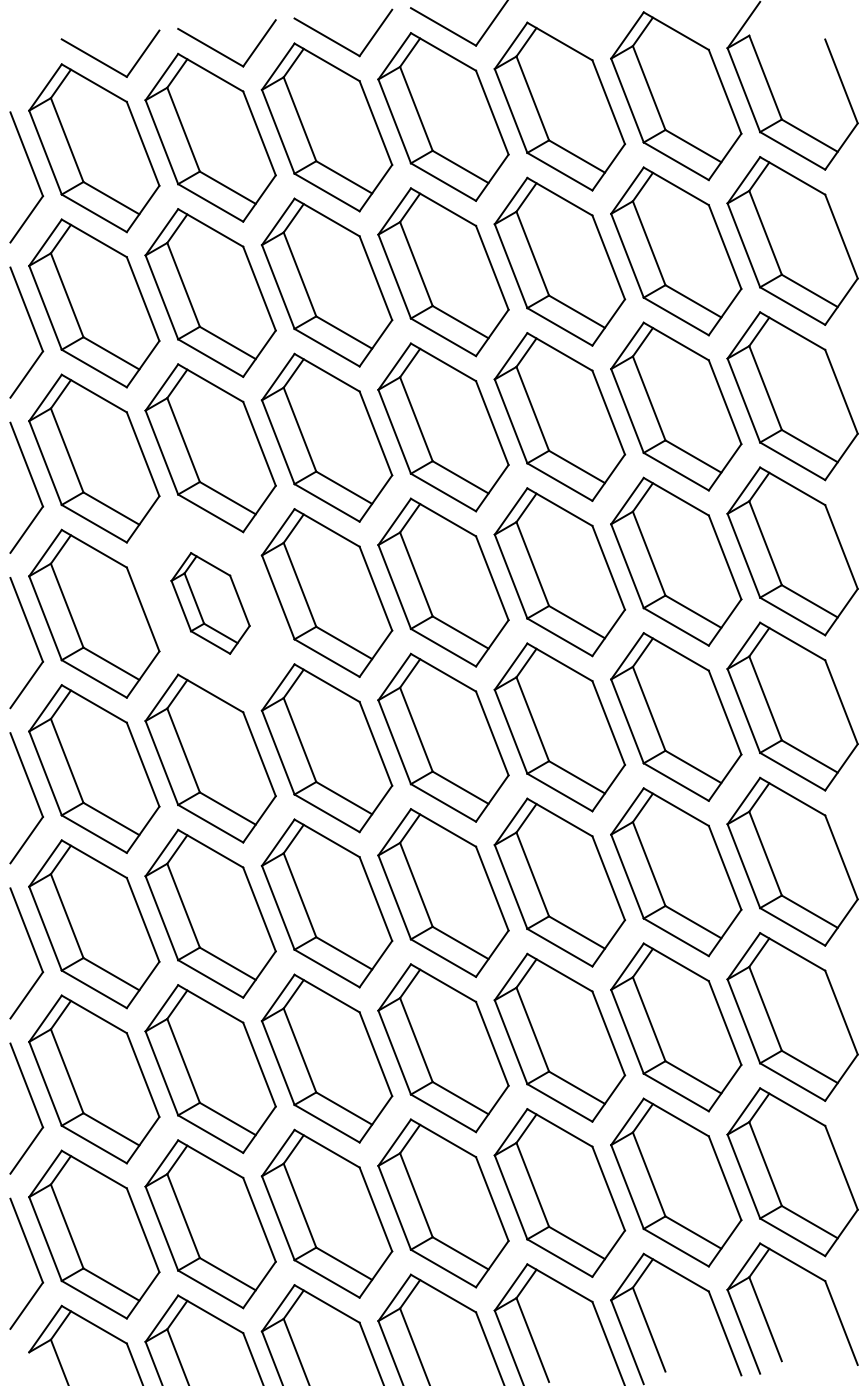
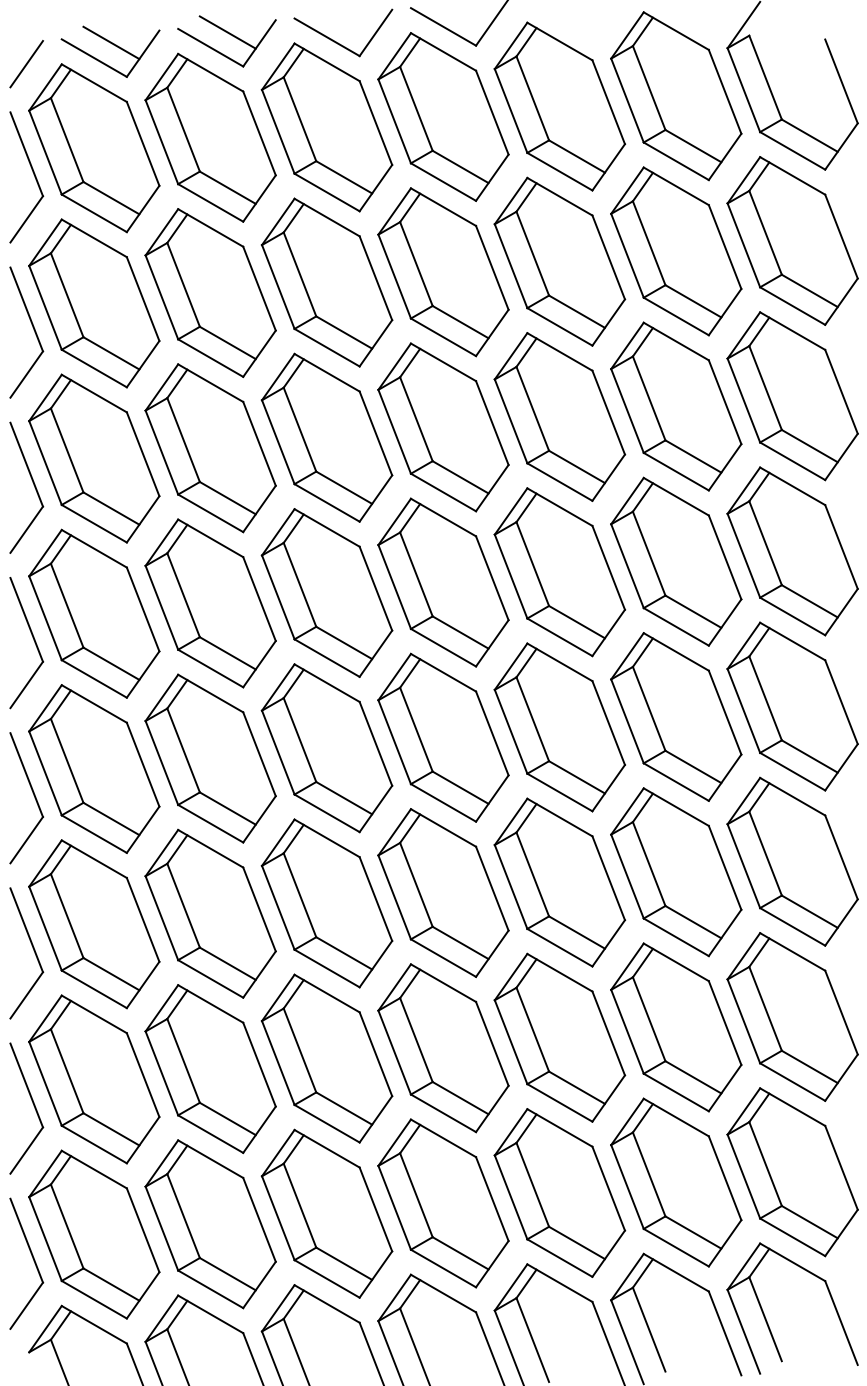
line at (227, 32): none -> present
line at (111, 42): none -> present
line at (26, 64): none -> present
part at (210, 603) size: 81x103 px -> 133x171 px
